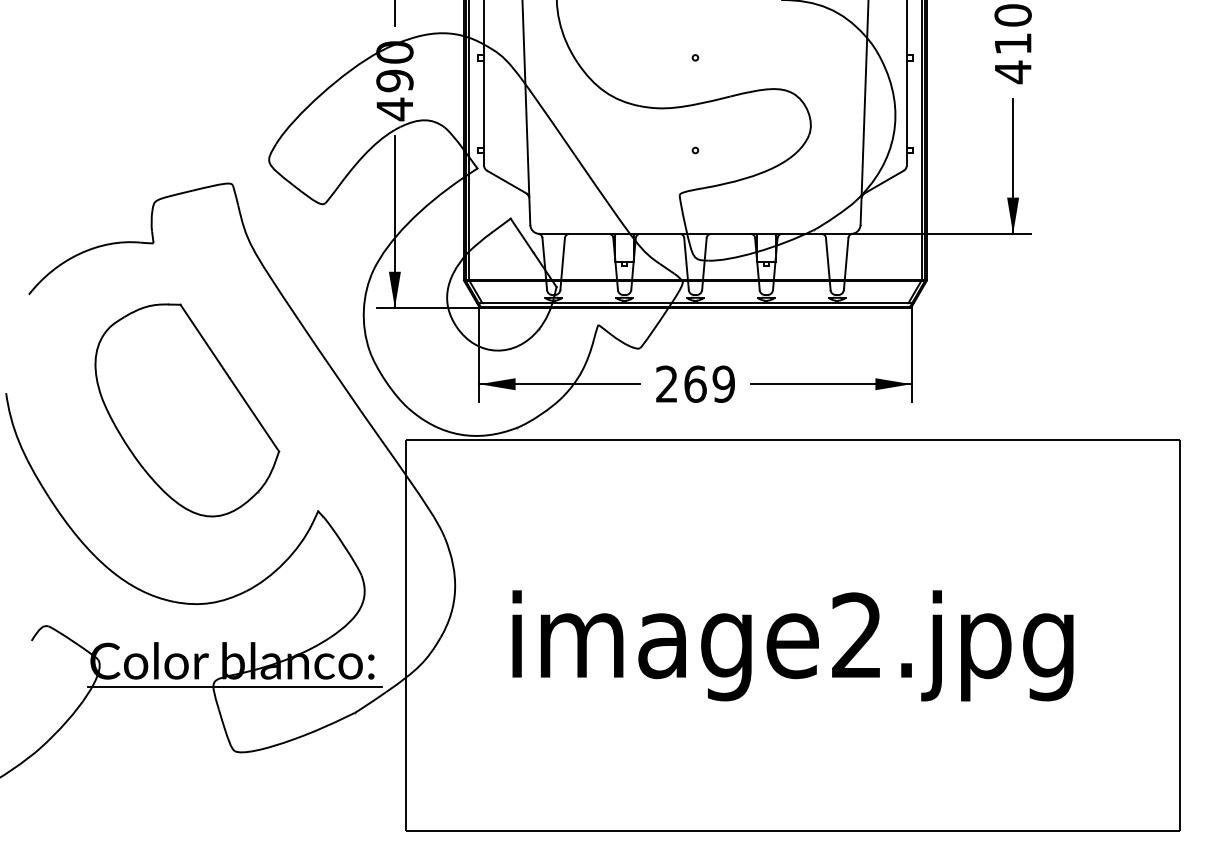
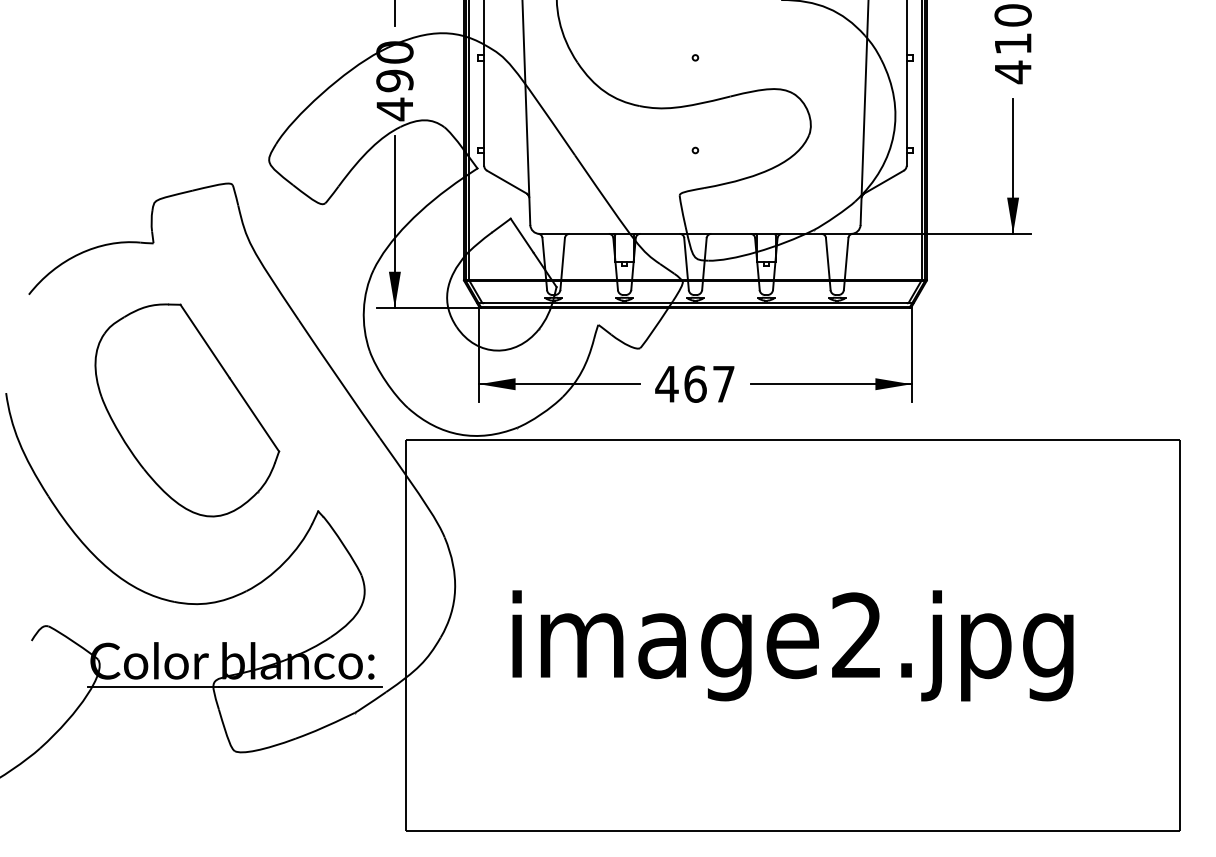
text at (694, 383): 269 -> 467
